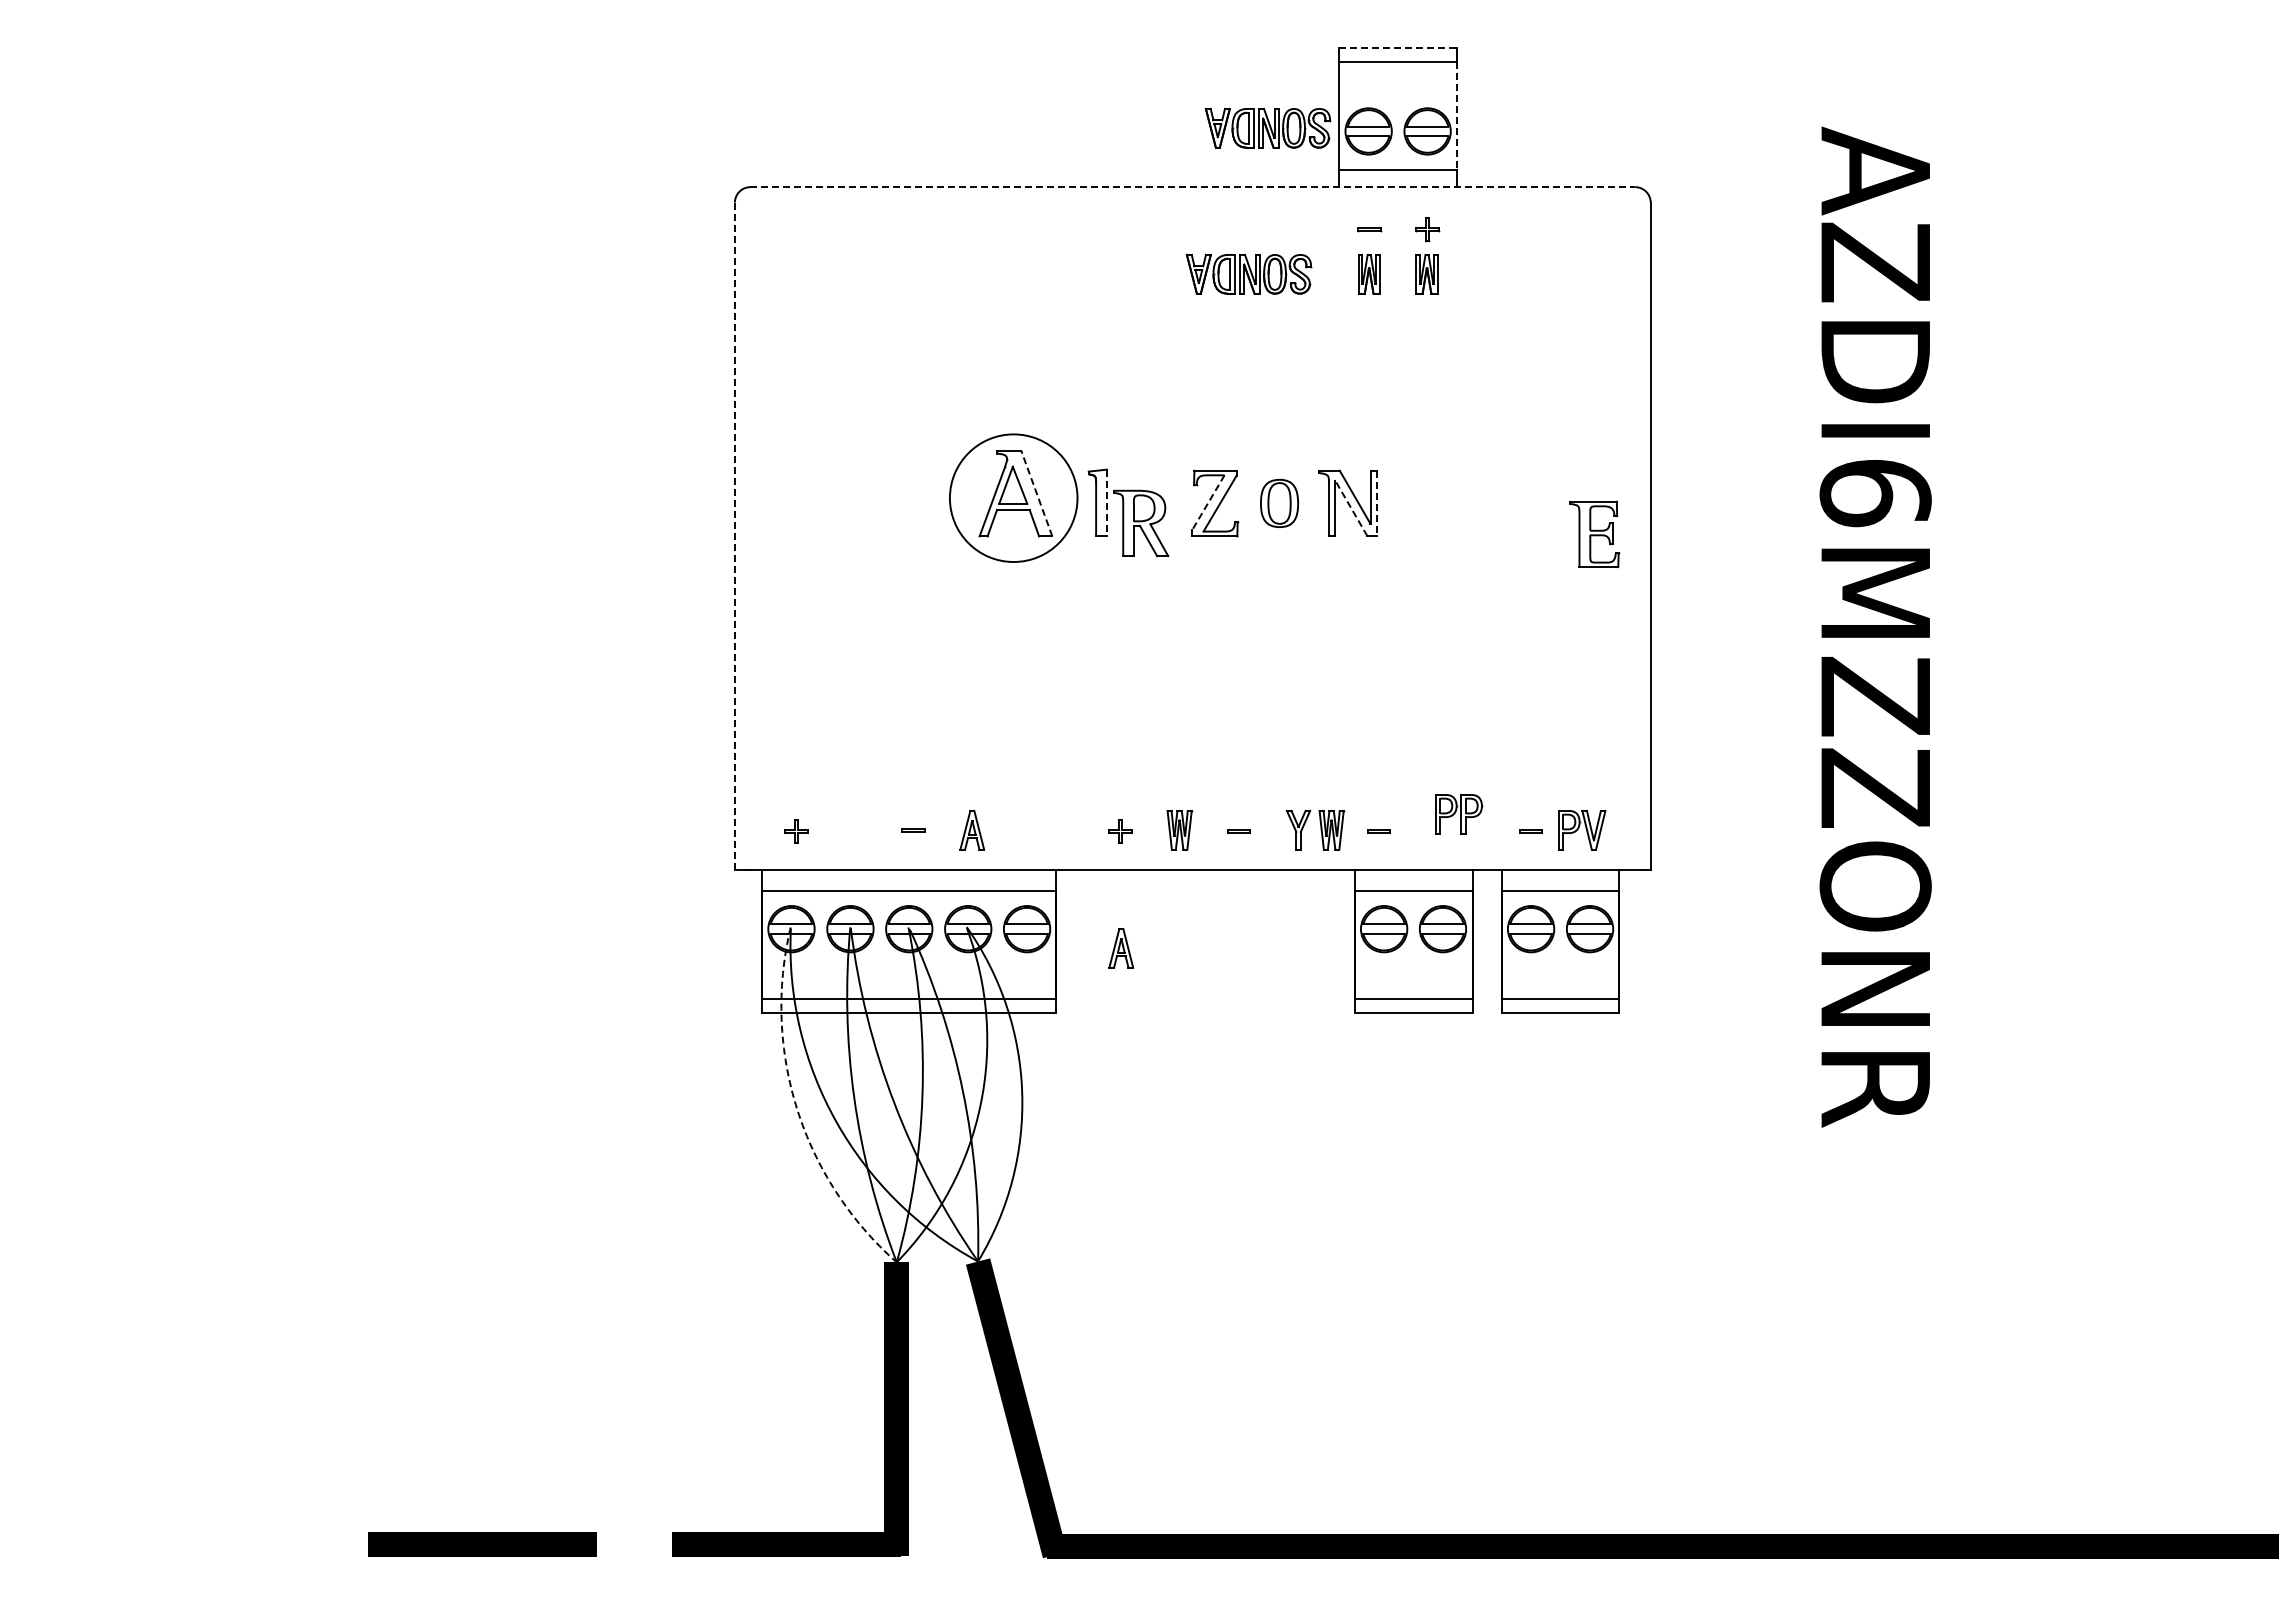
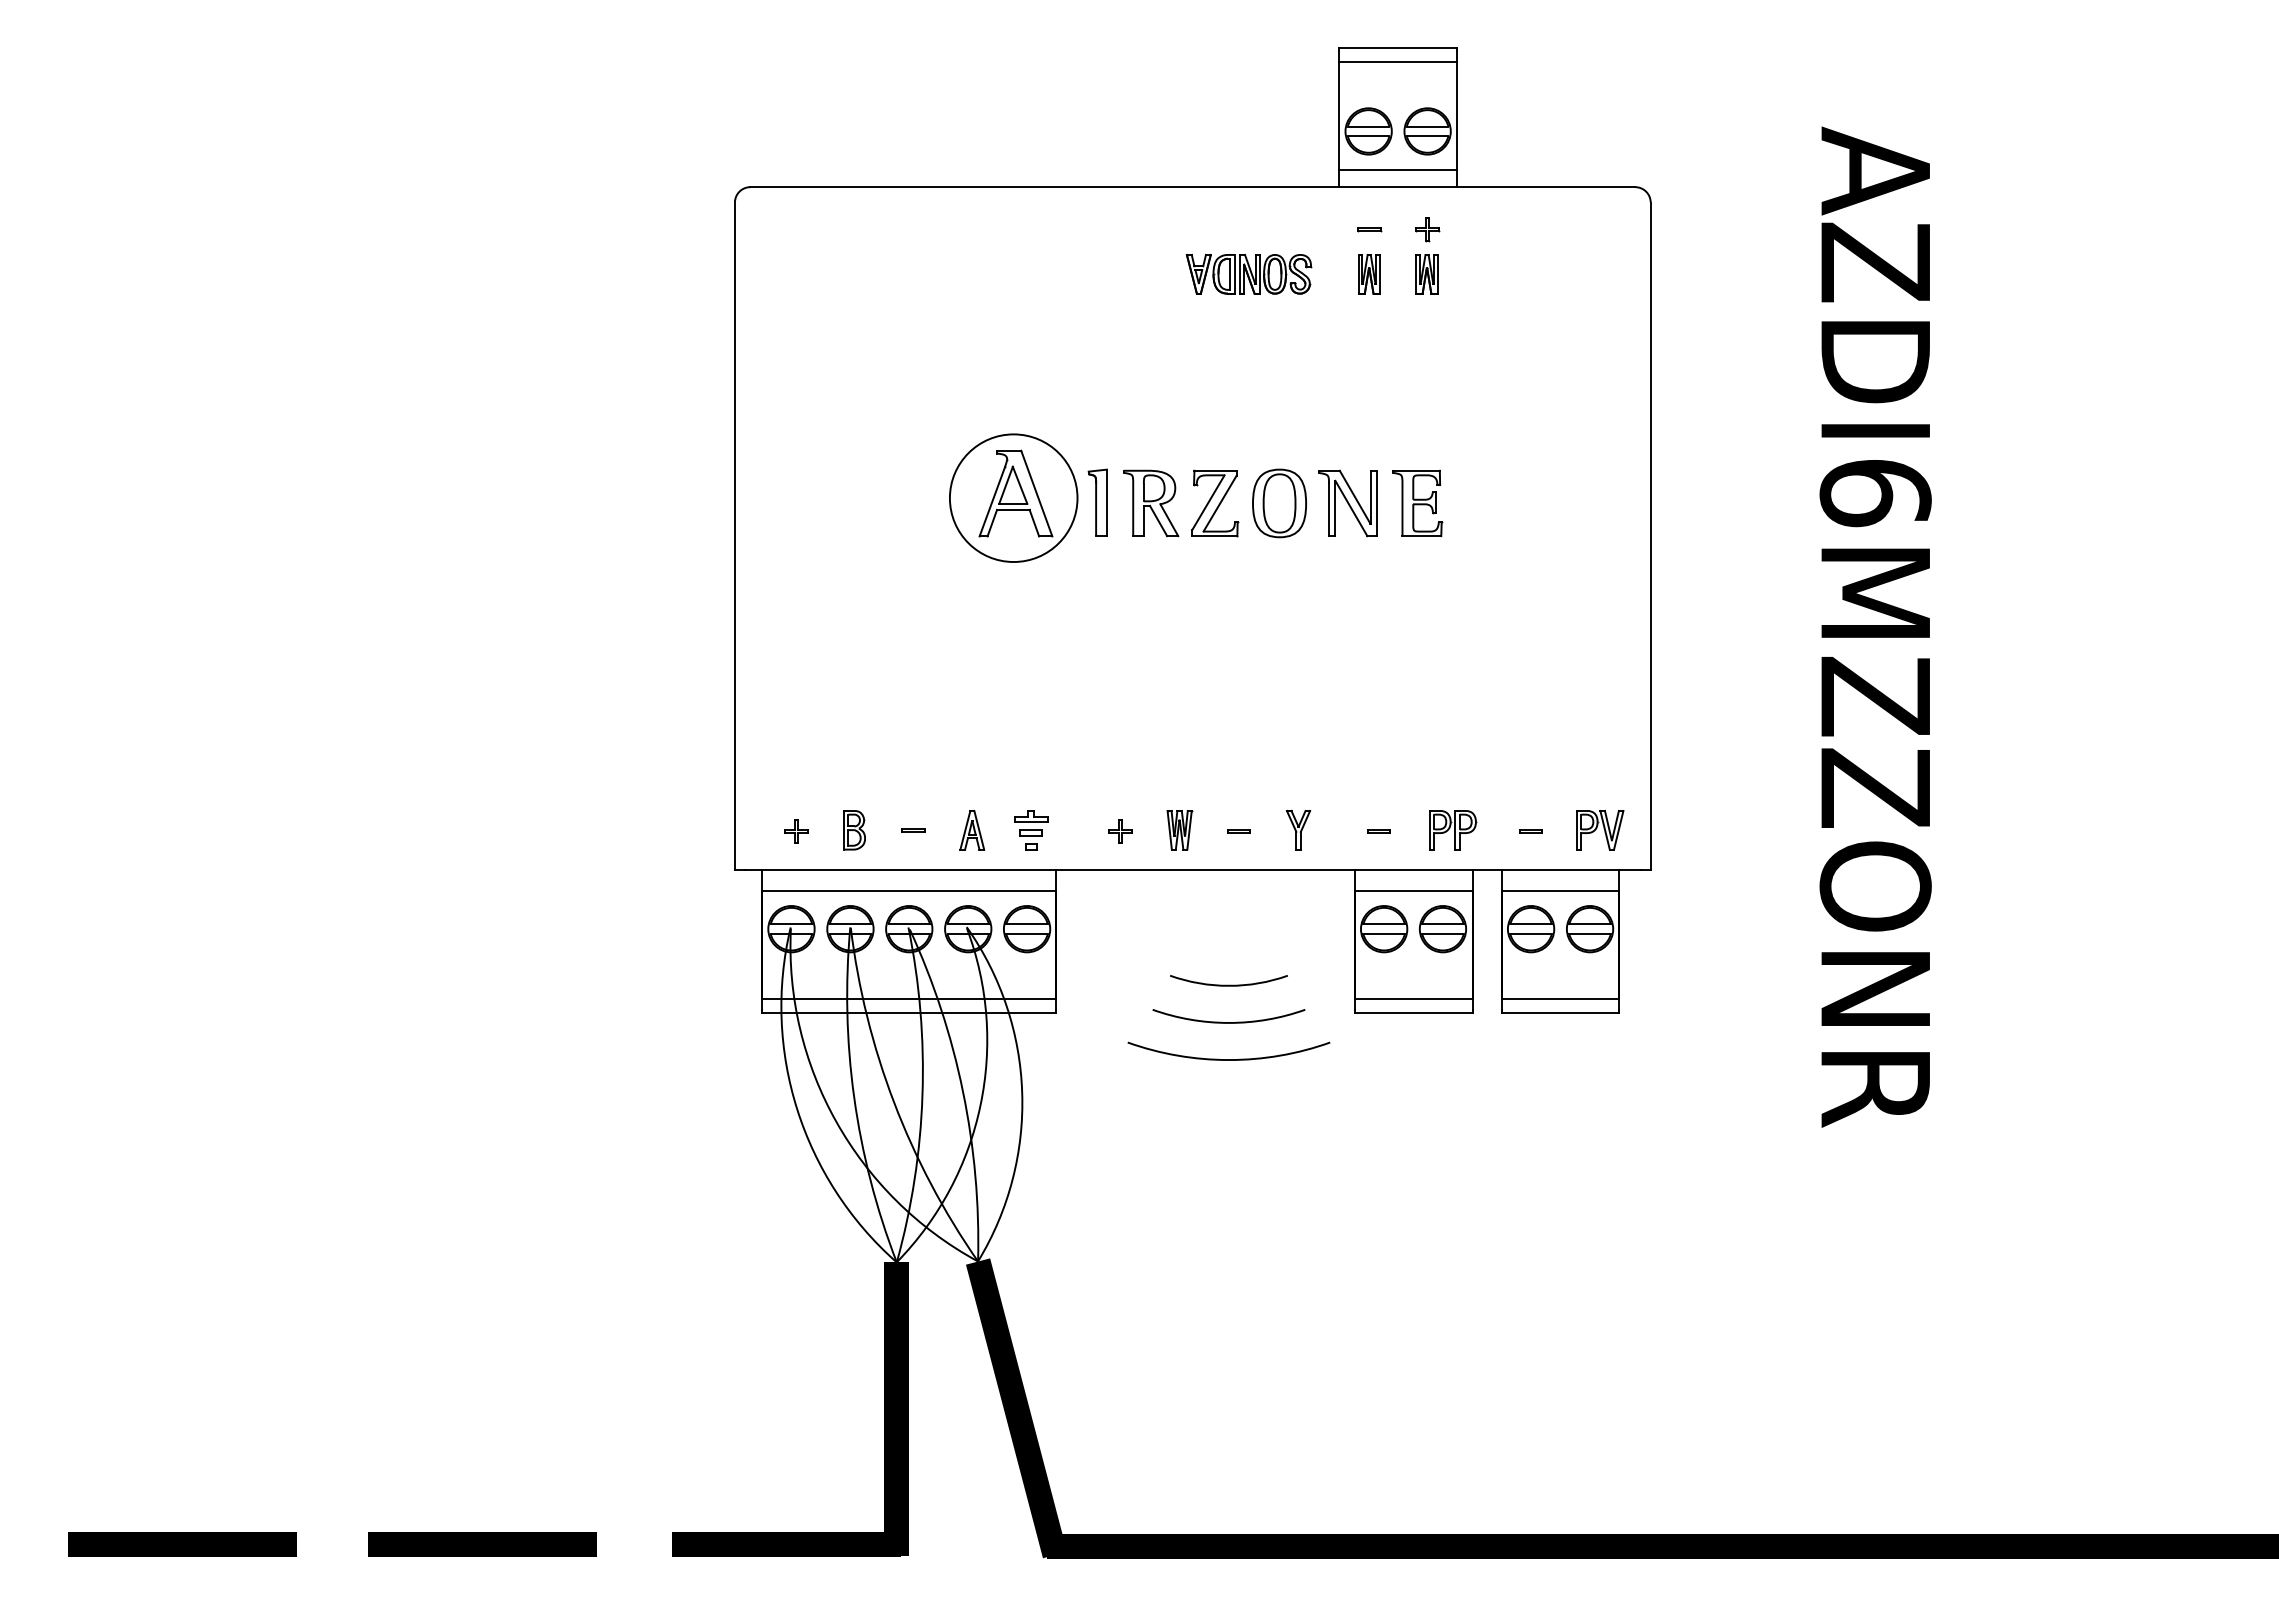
line at (1398, 48): dashed -> solid
line at (1457, 116): dashed -> solid
part at (1267, 127): present -> none
line at (1193, 187): dashed -> solid
line at (1036, 493): dashed -> solid
part at (1279, 502) size: 39x50 px -> 55x71 px
line at (1106, 503): dashed -> solid
line at (1208, 503): dashed -> solid
line at (1376, 503): dashed -> solid
line at (1351, 508): dashed -> solid
part at (1141, 523) position: (1141, 523) -> (1151, 503)
part at (1594, 533) position: (1594, 533) -> (1417, 502)
line at (734, 536): dashed -> solid
part at (1459, 814) position: (1459, 814) -> (1453, 830)
part at (854, 830): none -> present
part at (1031, 830): none -> present
part at (1331, 830): present -> none
part at (1582, 830) position: (1582, 830) -> (1600, 830)
part at (1121, 948): present -> none
arc at (1228, 984): none -> present
arc at (1228, 1022): none -> present
arc at (1228, 1059): none -> present
arc at (797, 1109): dashed -> solid
line at (182, 1544): none -> present
